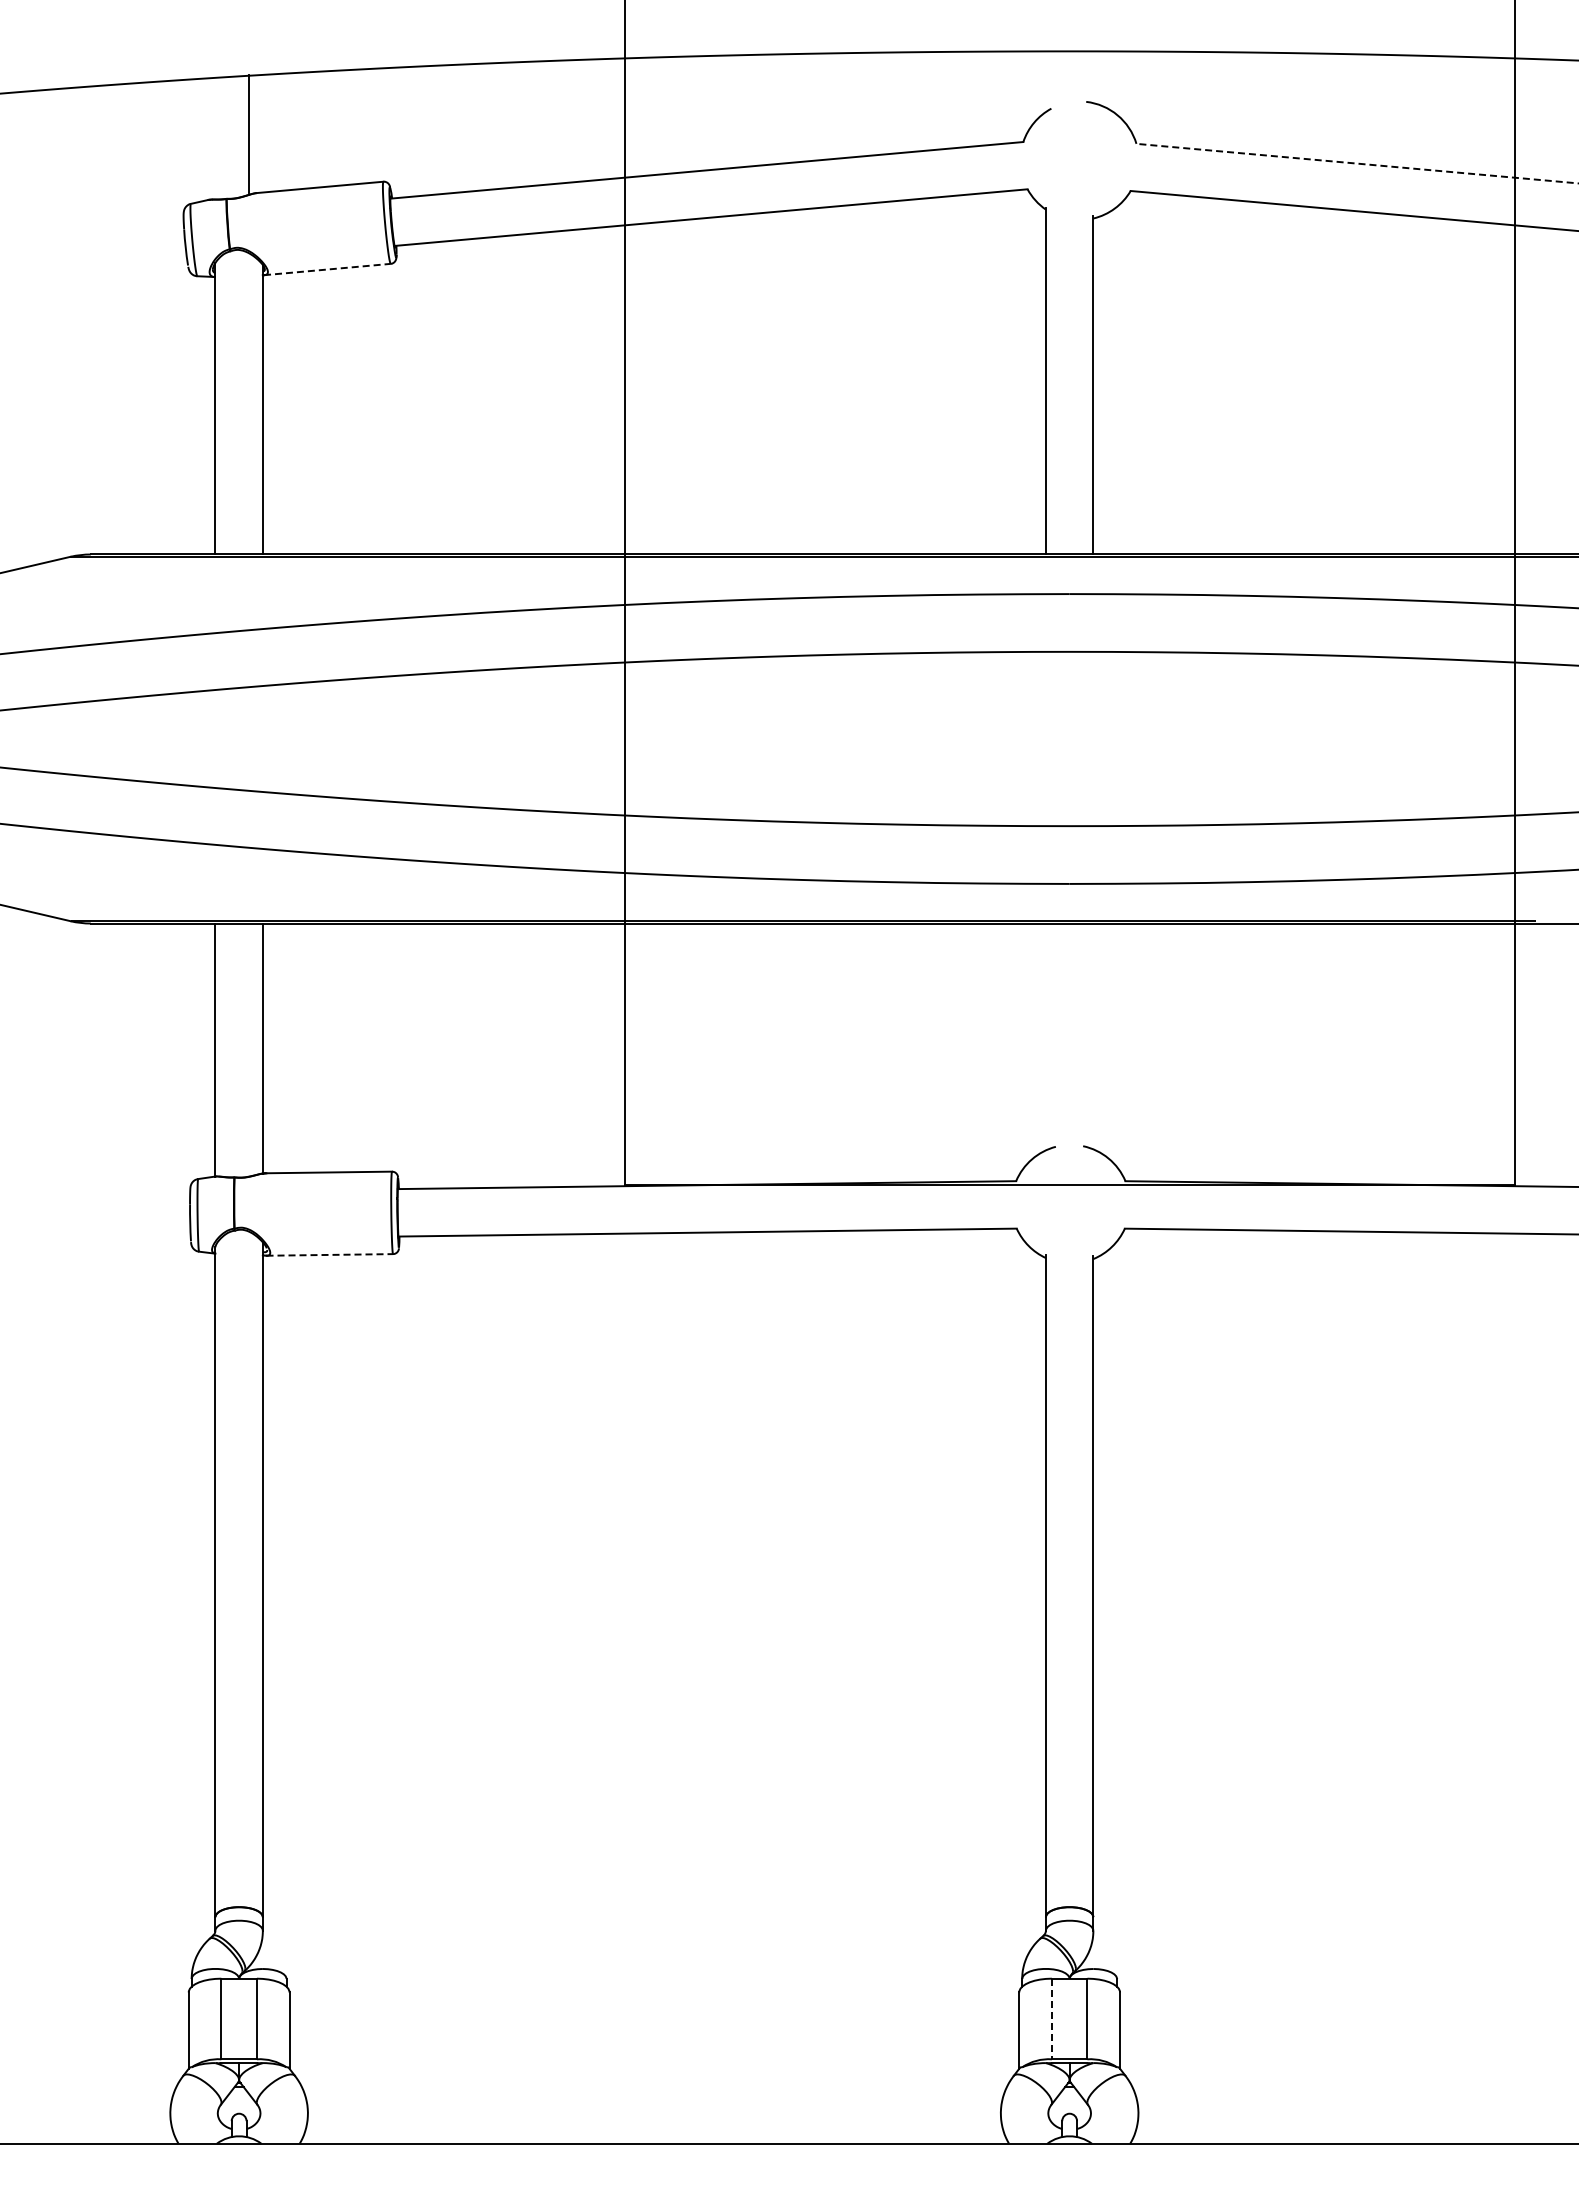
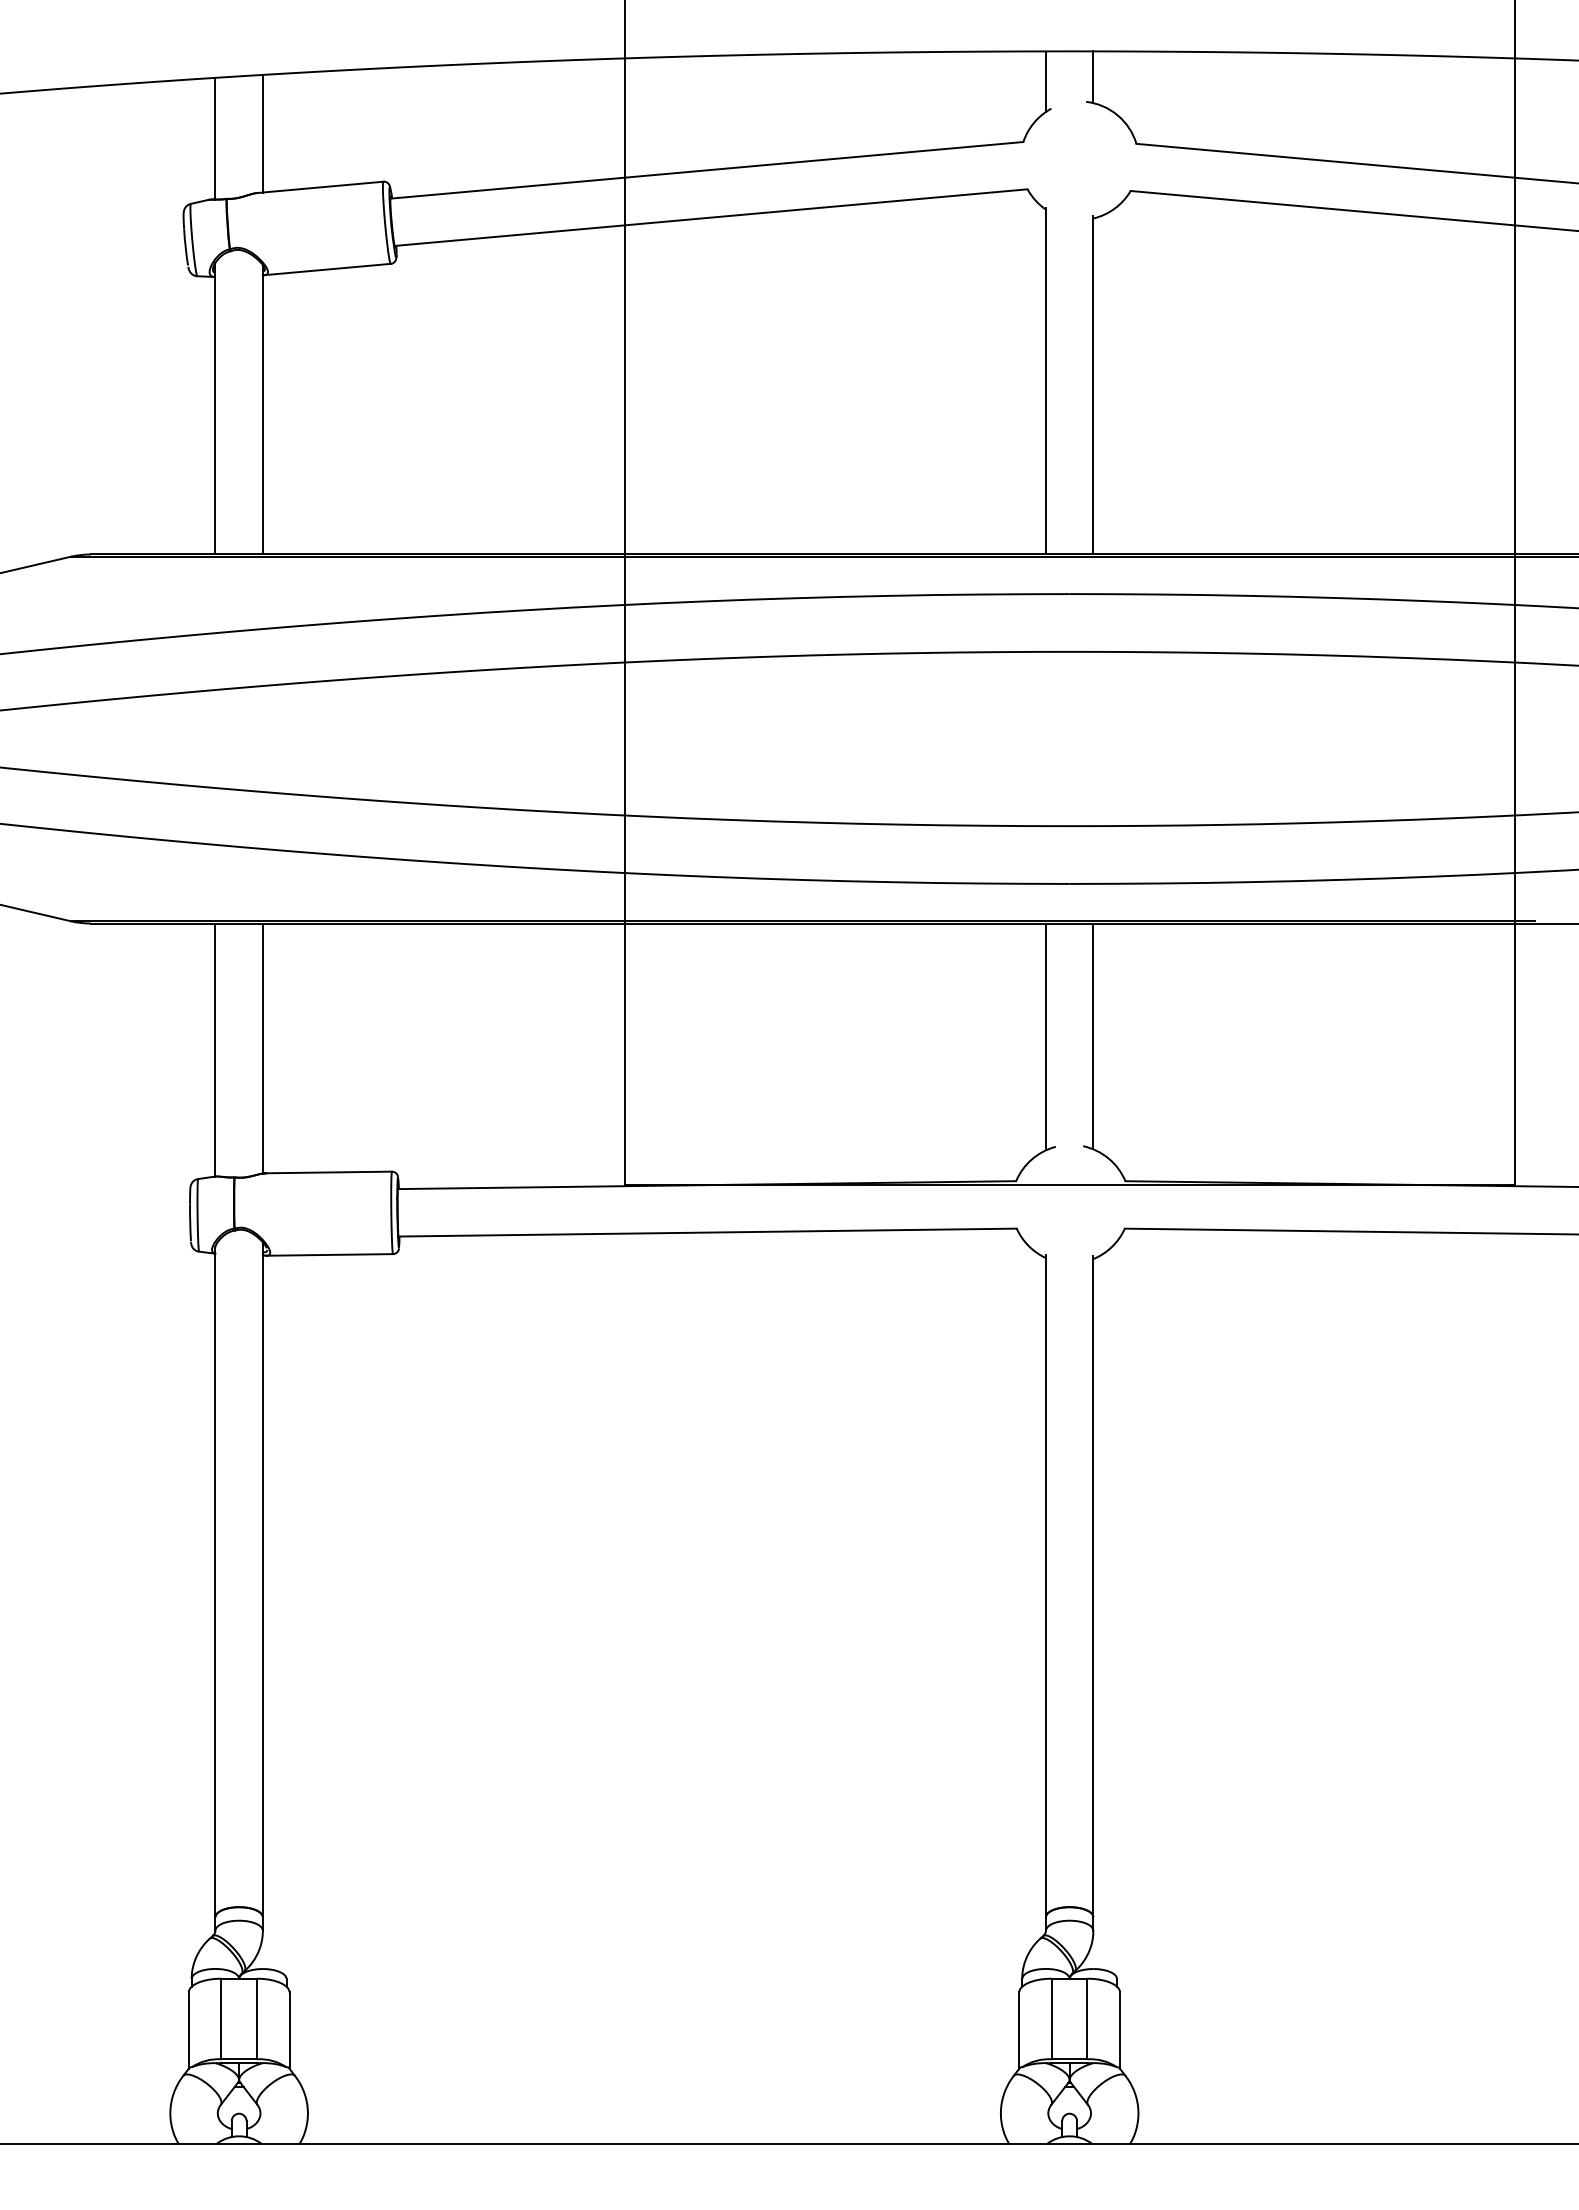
line at (1093, 77): none -> present
line at (1045, 81): none -> present
line at (248, 133) position: (248, 133) -> (262, 133)
line at (215, 138): none -> present
line at (1357, 163): dashed -> solid
line at (327, 269): dashed -> solid
line at (1045, 1036): none -> present
line at (1093, 1036): none -> present
line at (330, 1254): dashed -> solid
line at (1051, 2019): dashed -> solid
